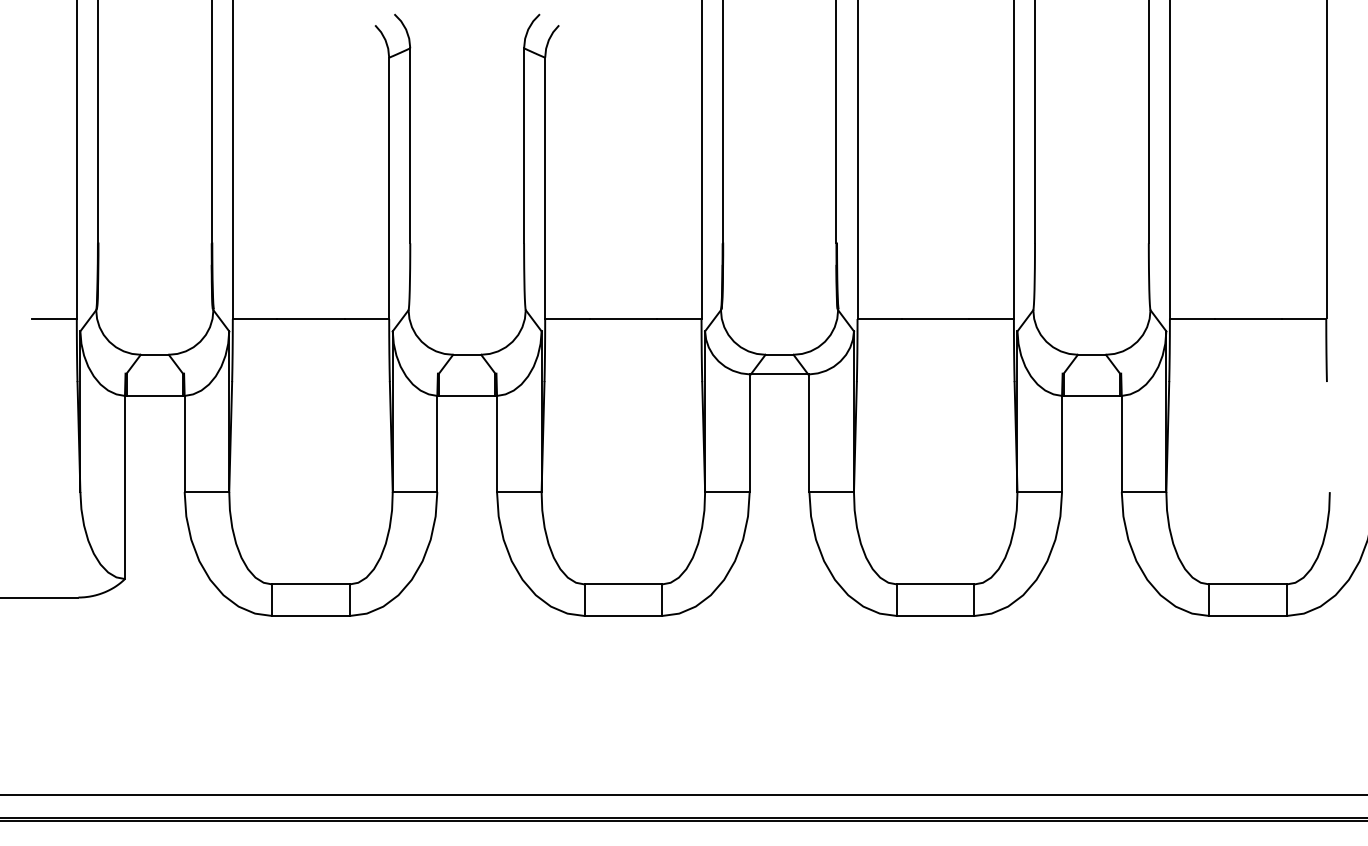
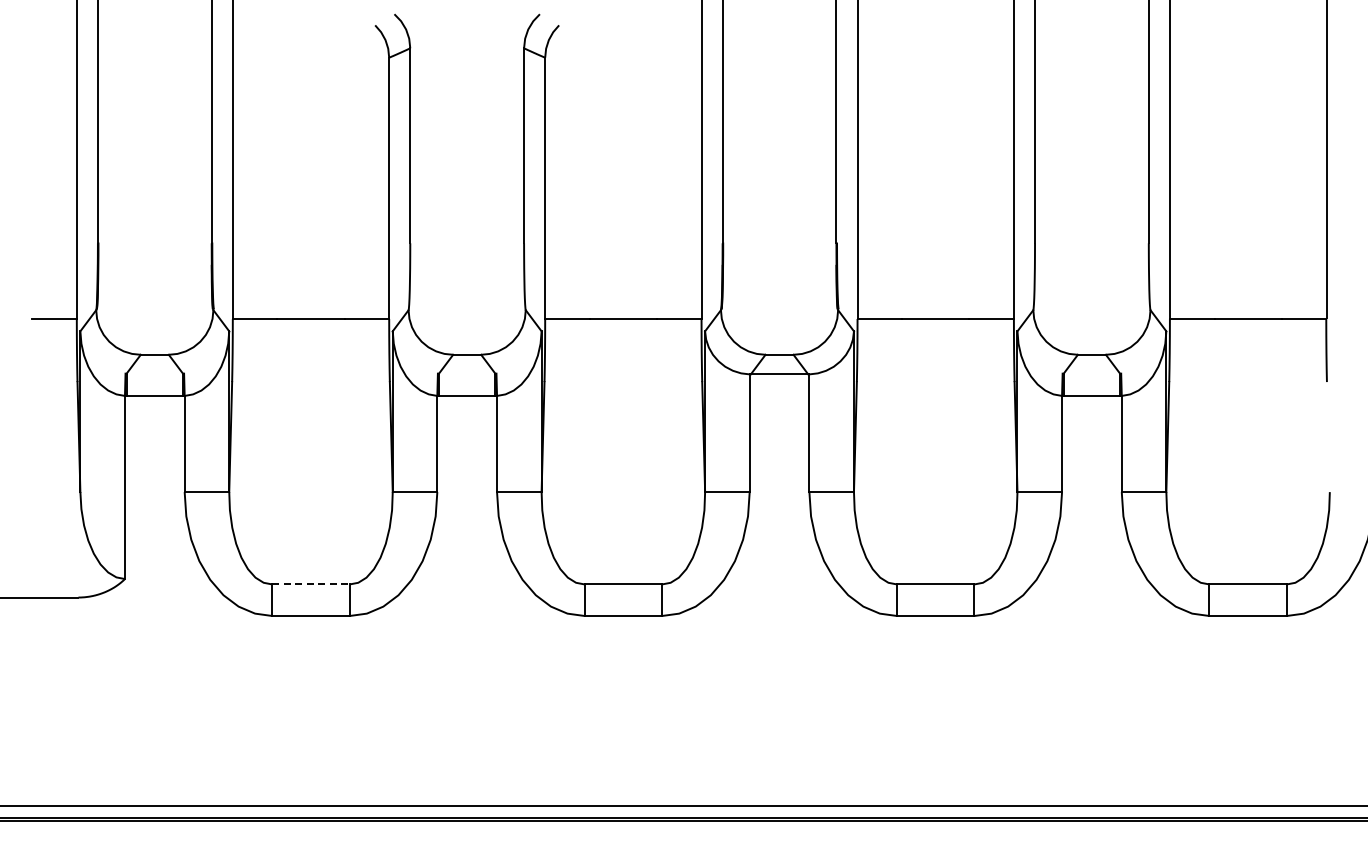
line at (311, 584): solid -> dashed
line at (683, 795) position: (683, 795) -> (683, 806)
